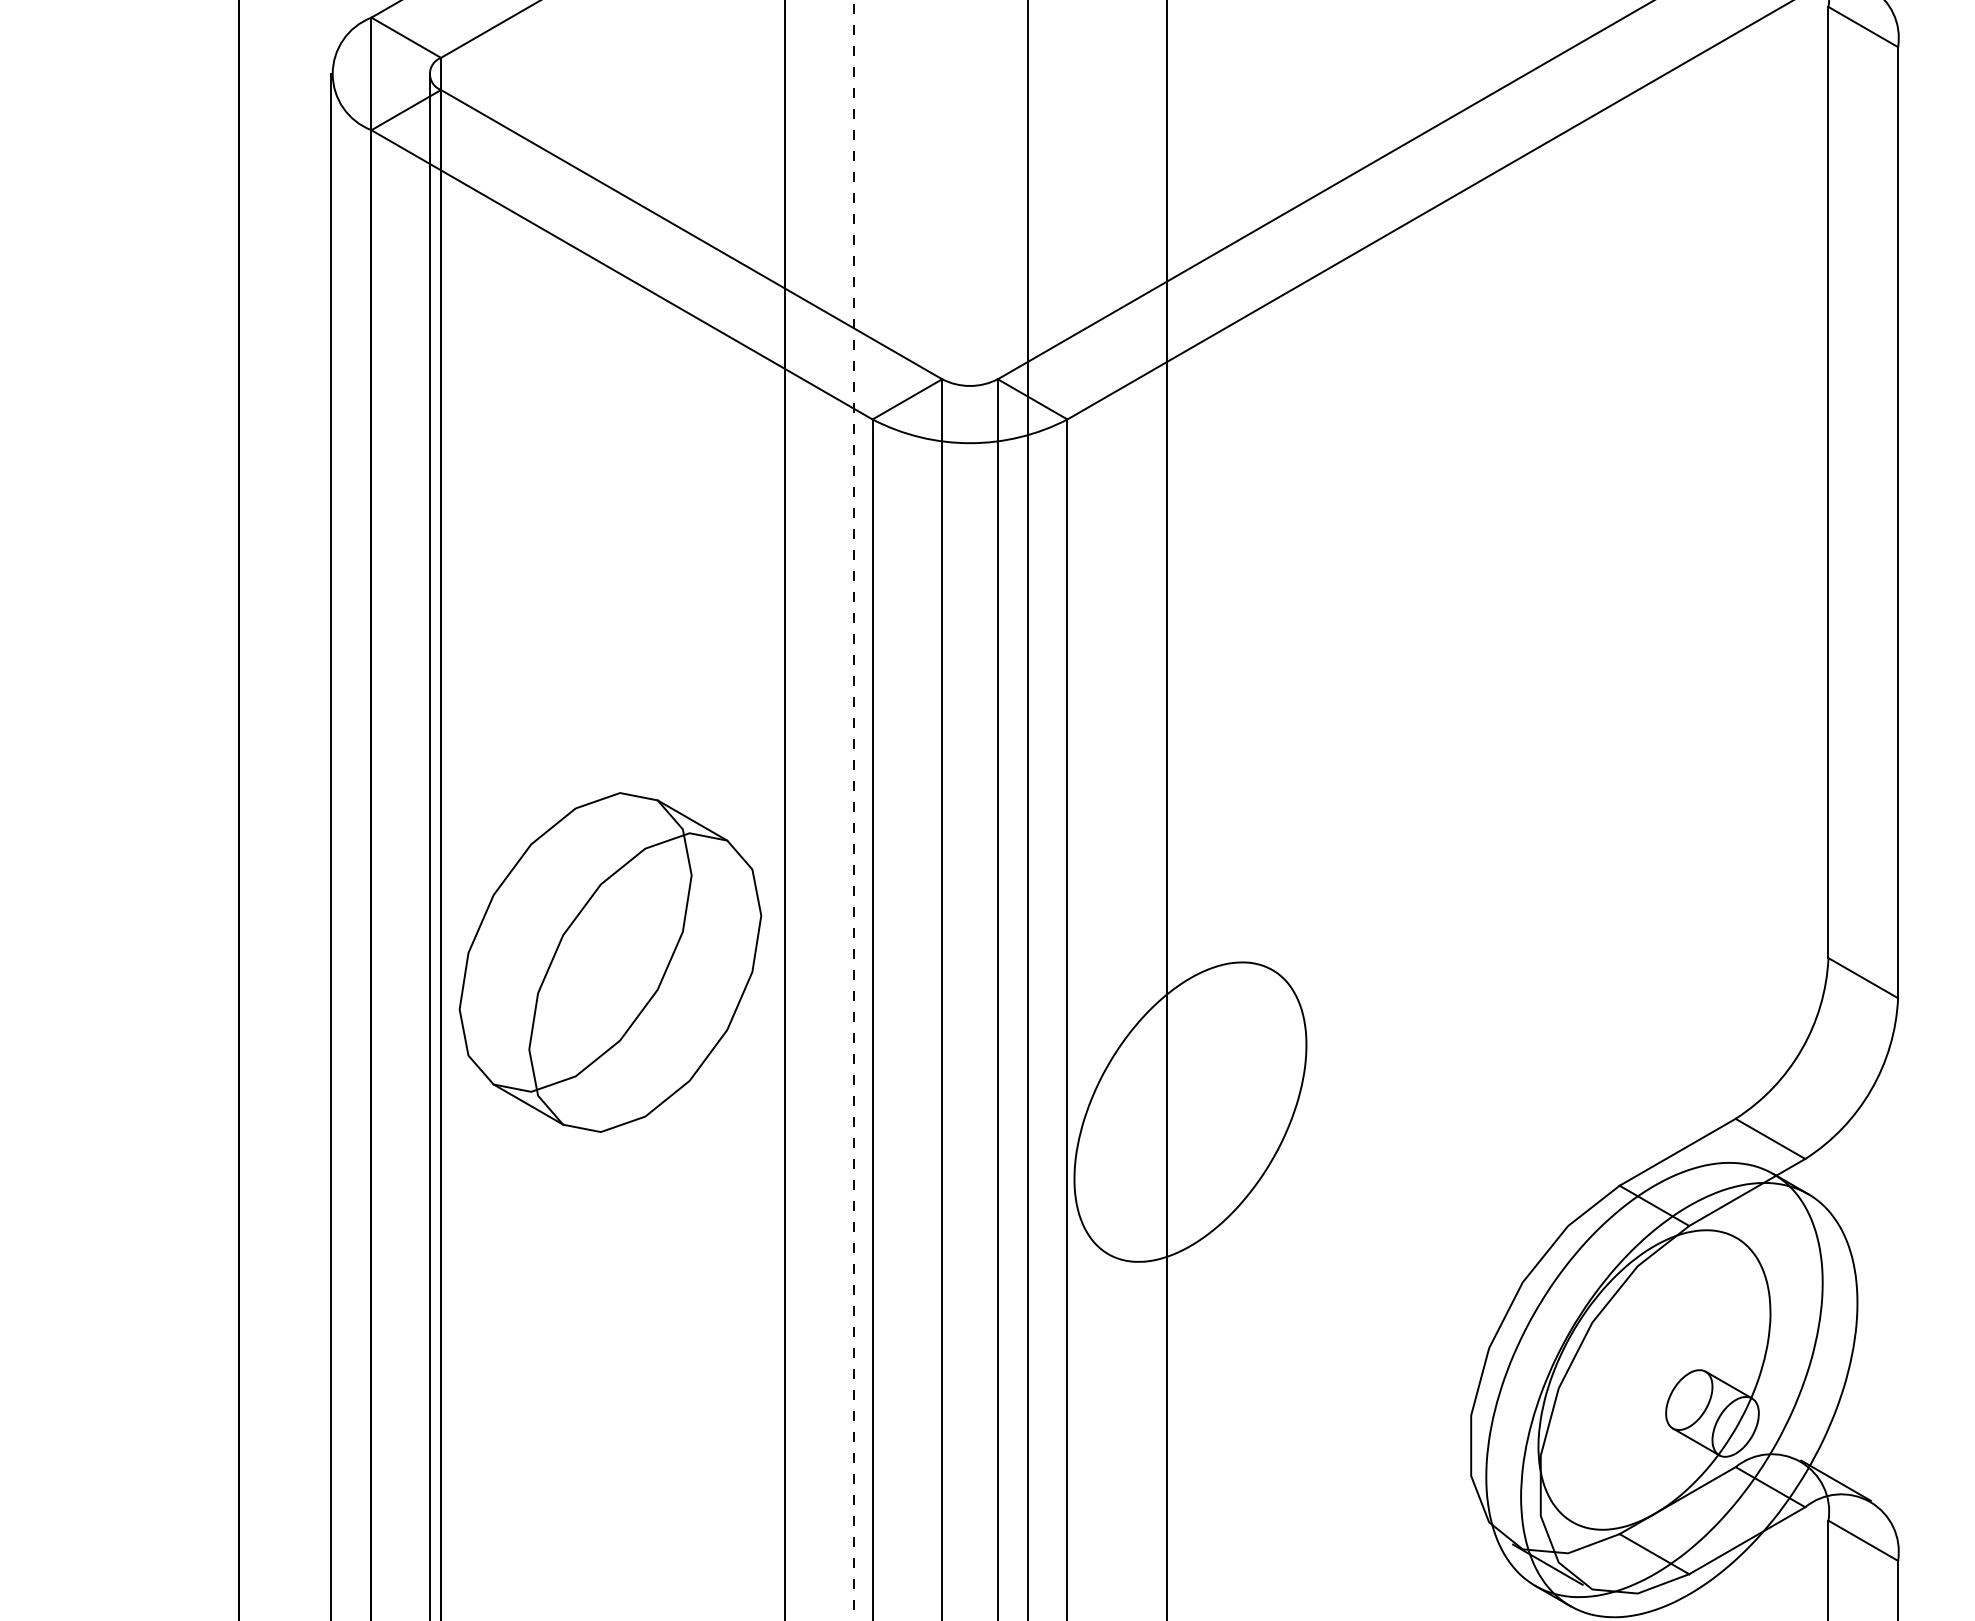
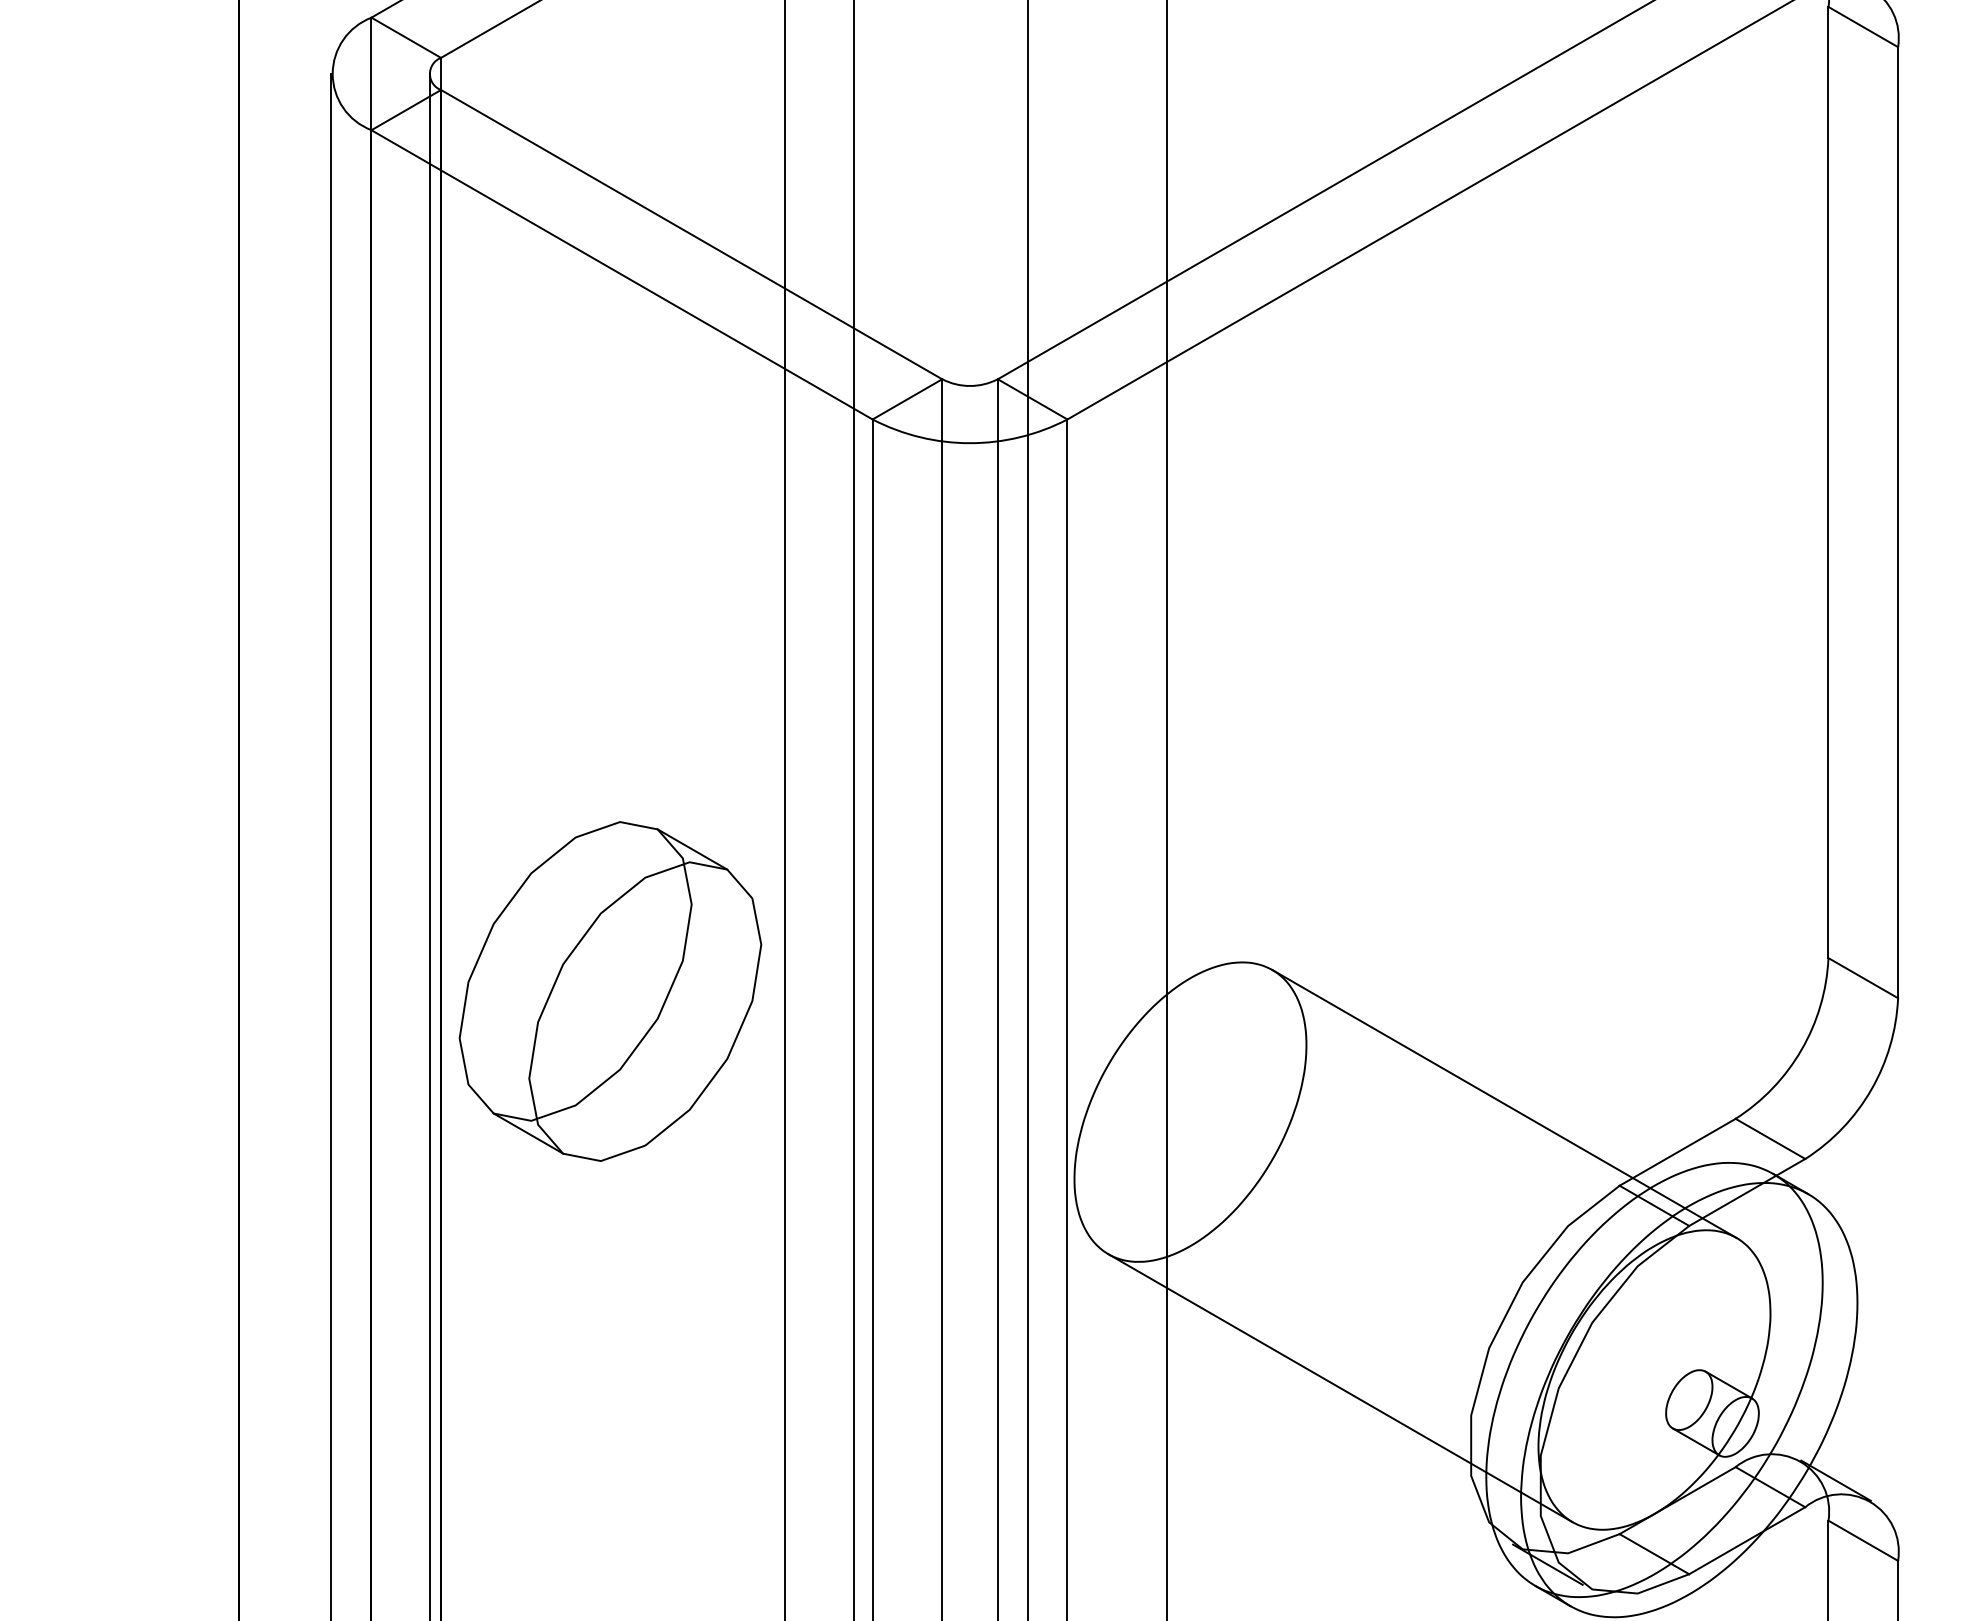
line at (854, 810): dashed -> solid
part at (610, 962) position: (610, 962) -> (610, 991)
line at (1504, 1103): none -> present
line at (1340, 1388): none -> present
